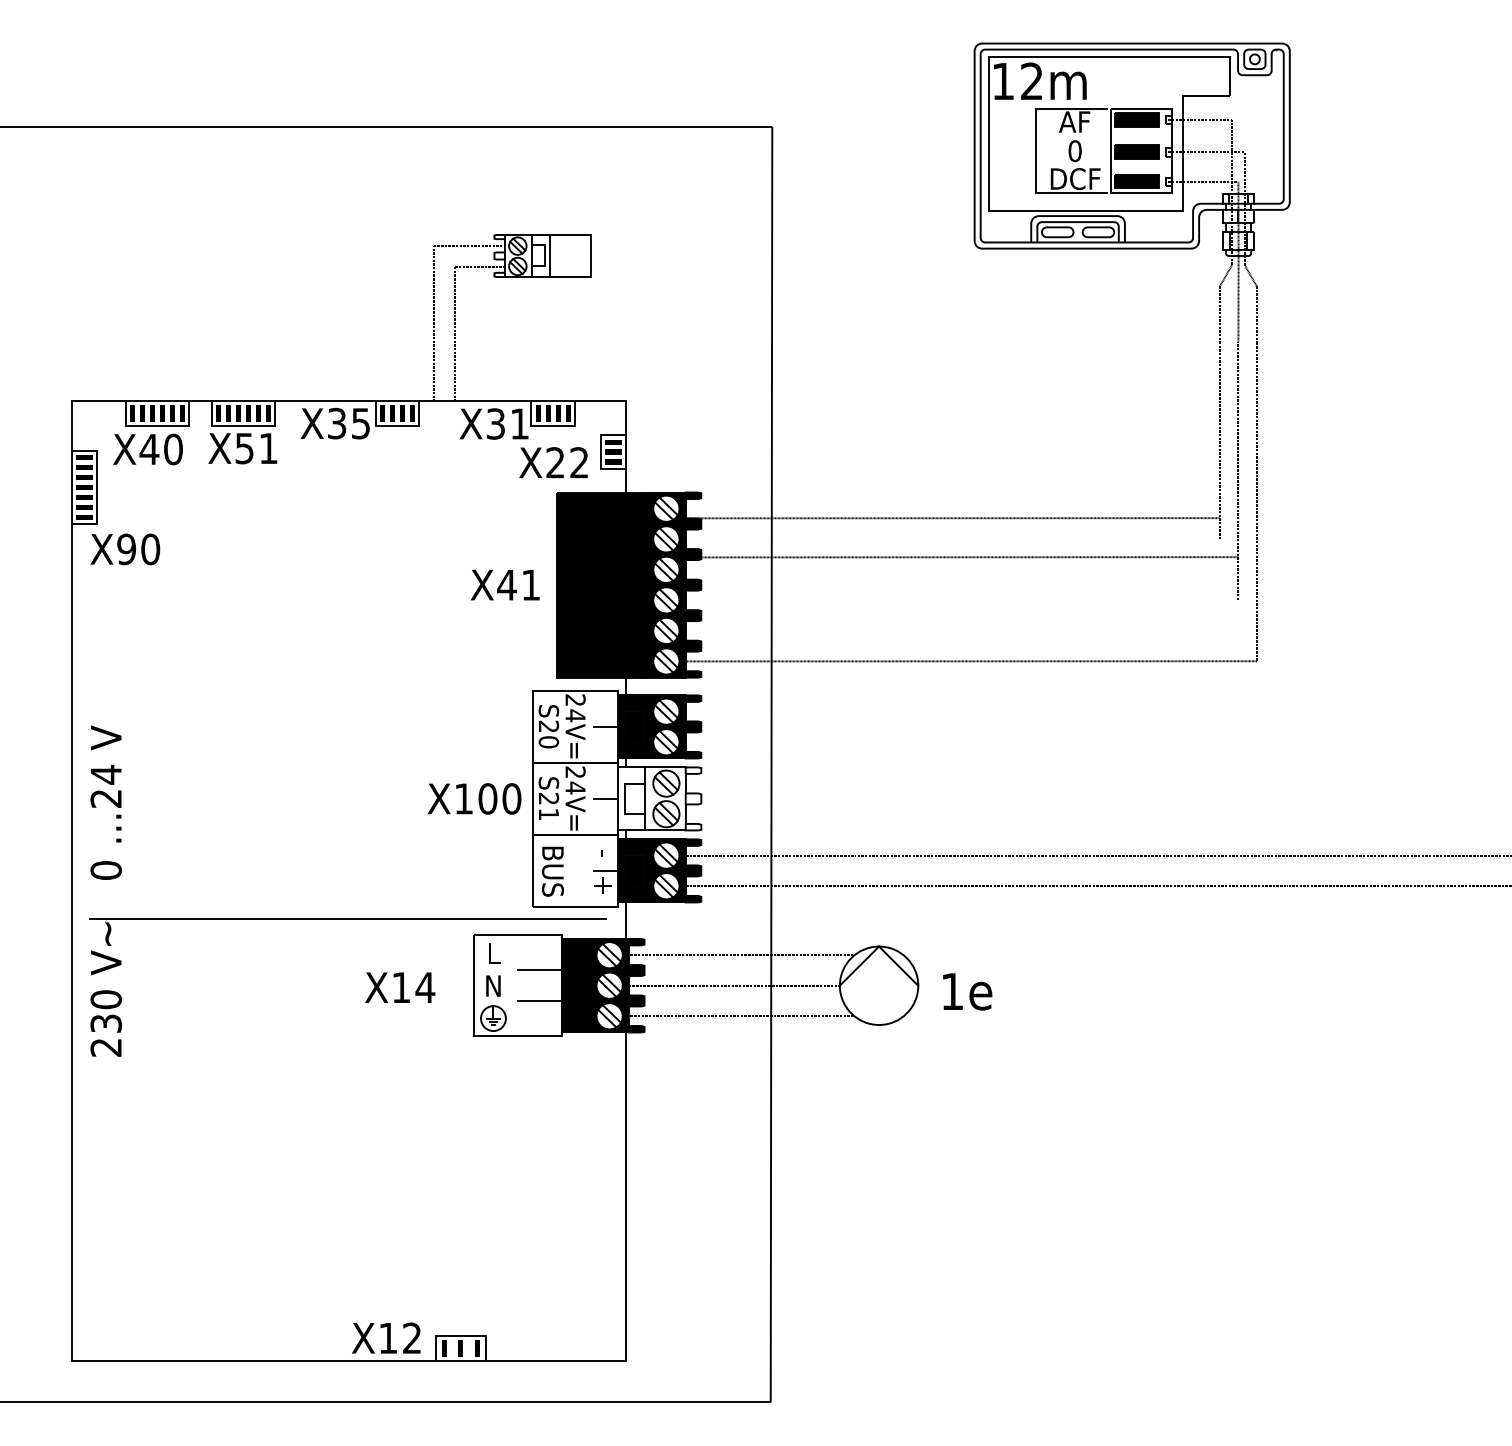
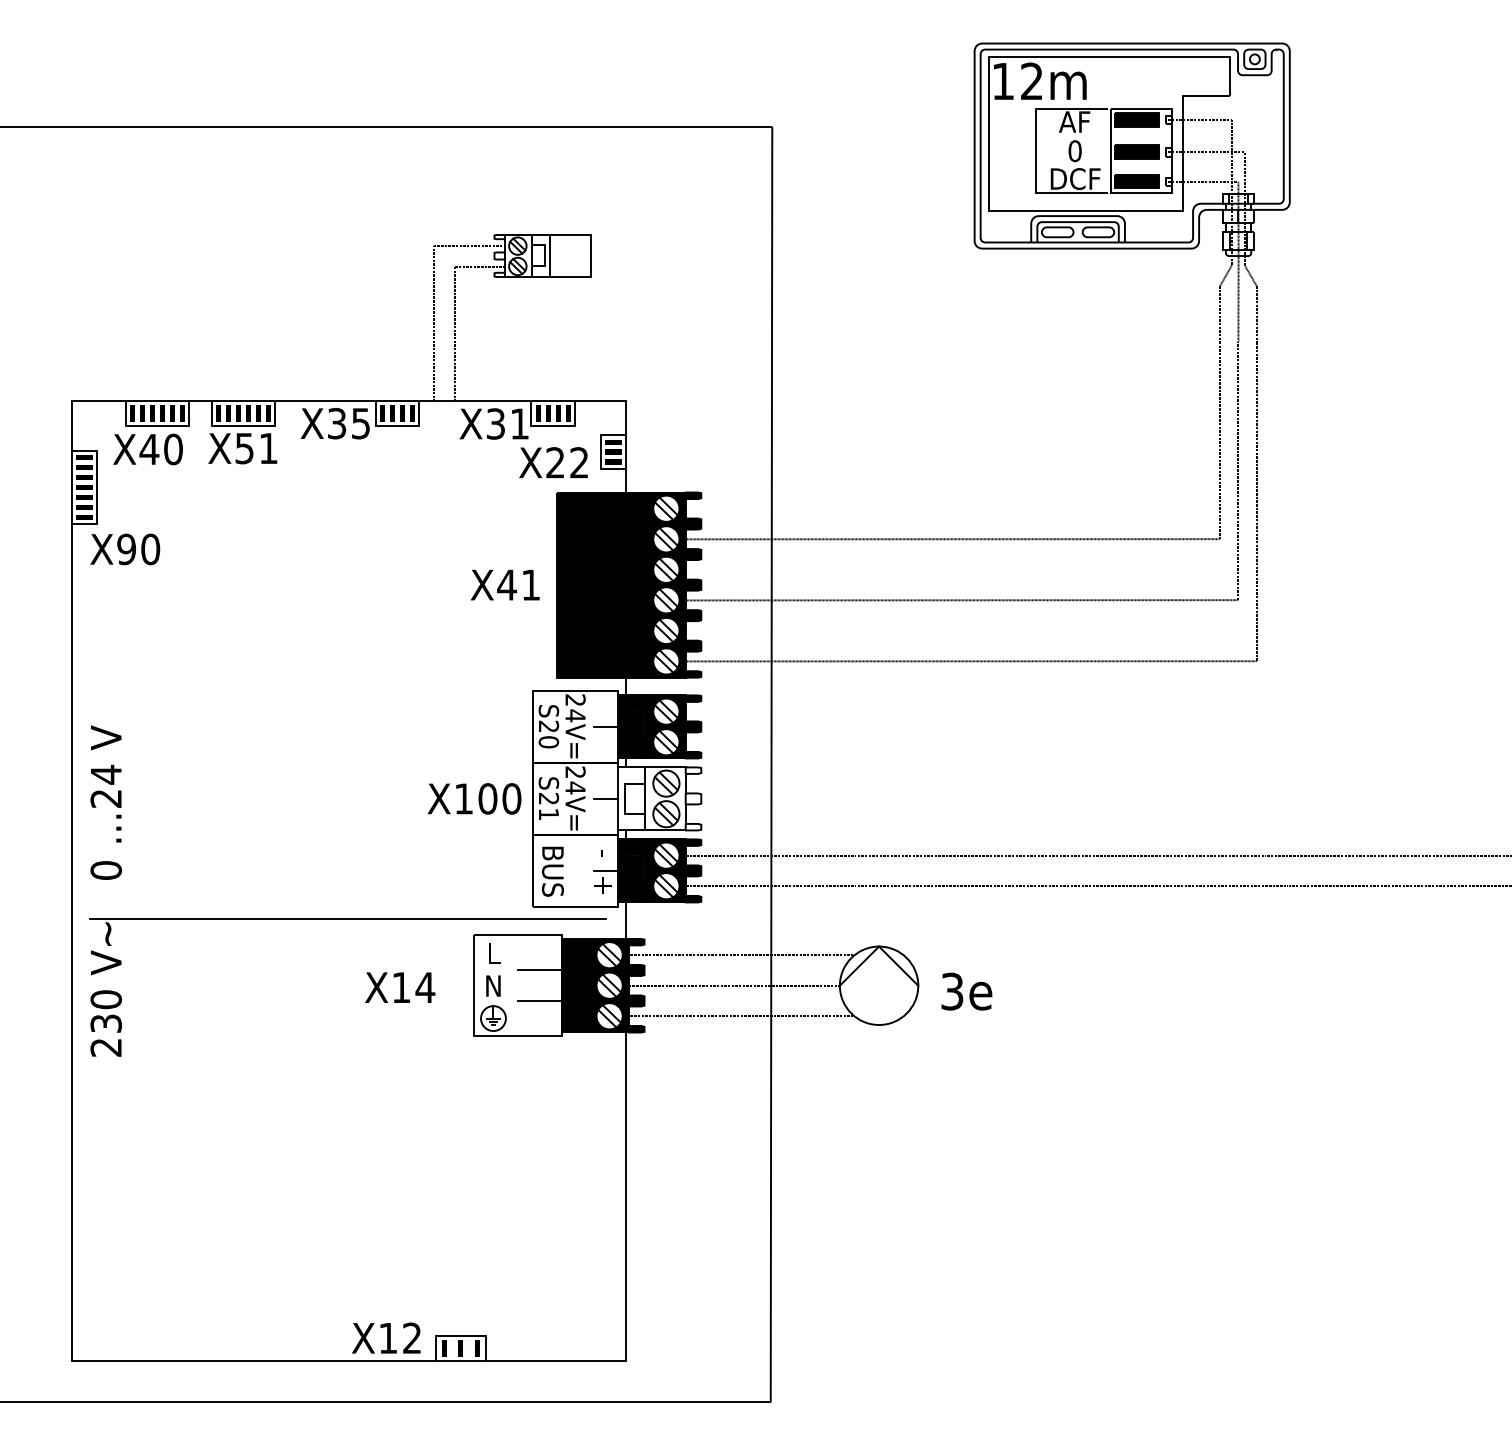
line at (952, 518) position: (952, 518) -> (952, 539)
line at (961, 557) position: (961, 557) -> (961, 600)
text at (952, 991): 1e -> 3e
